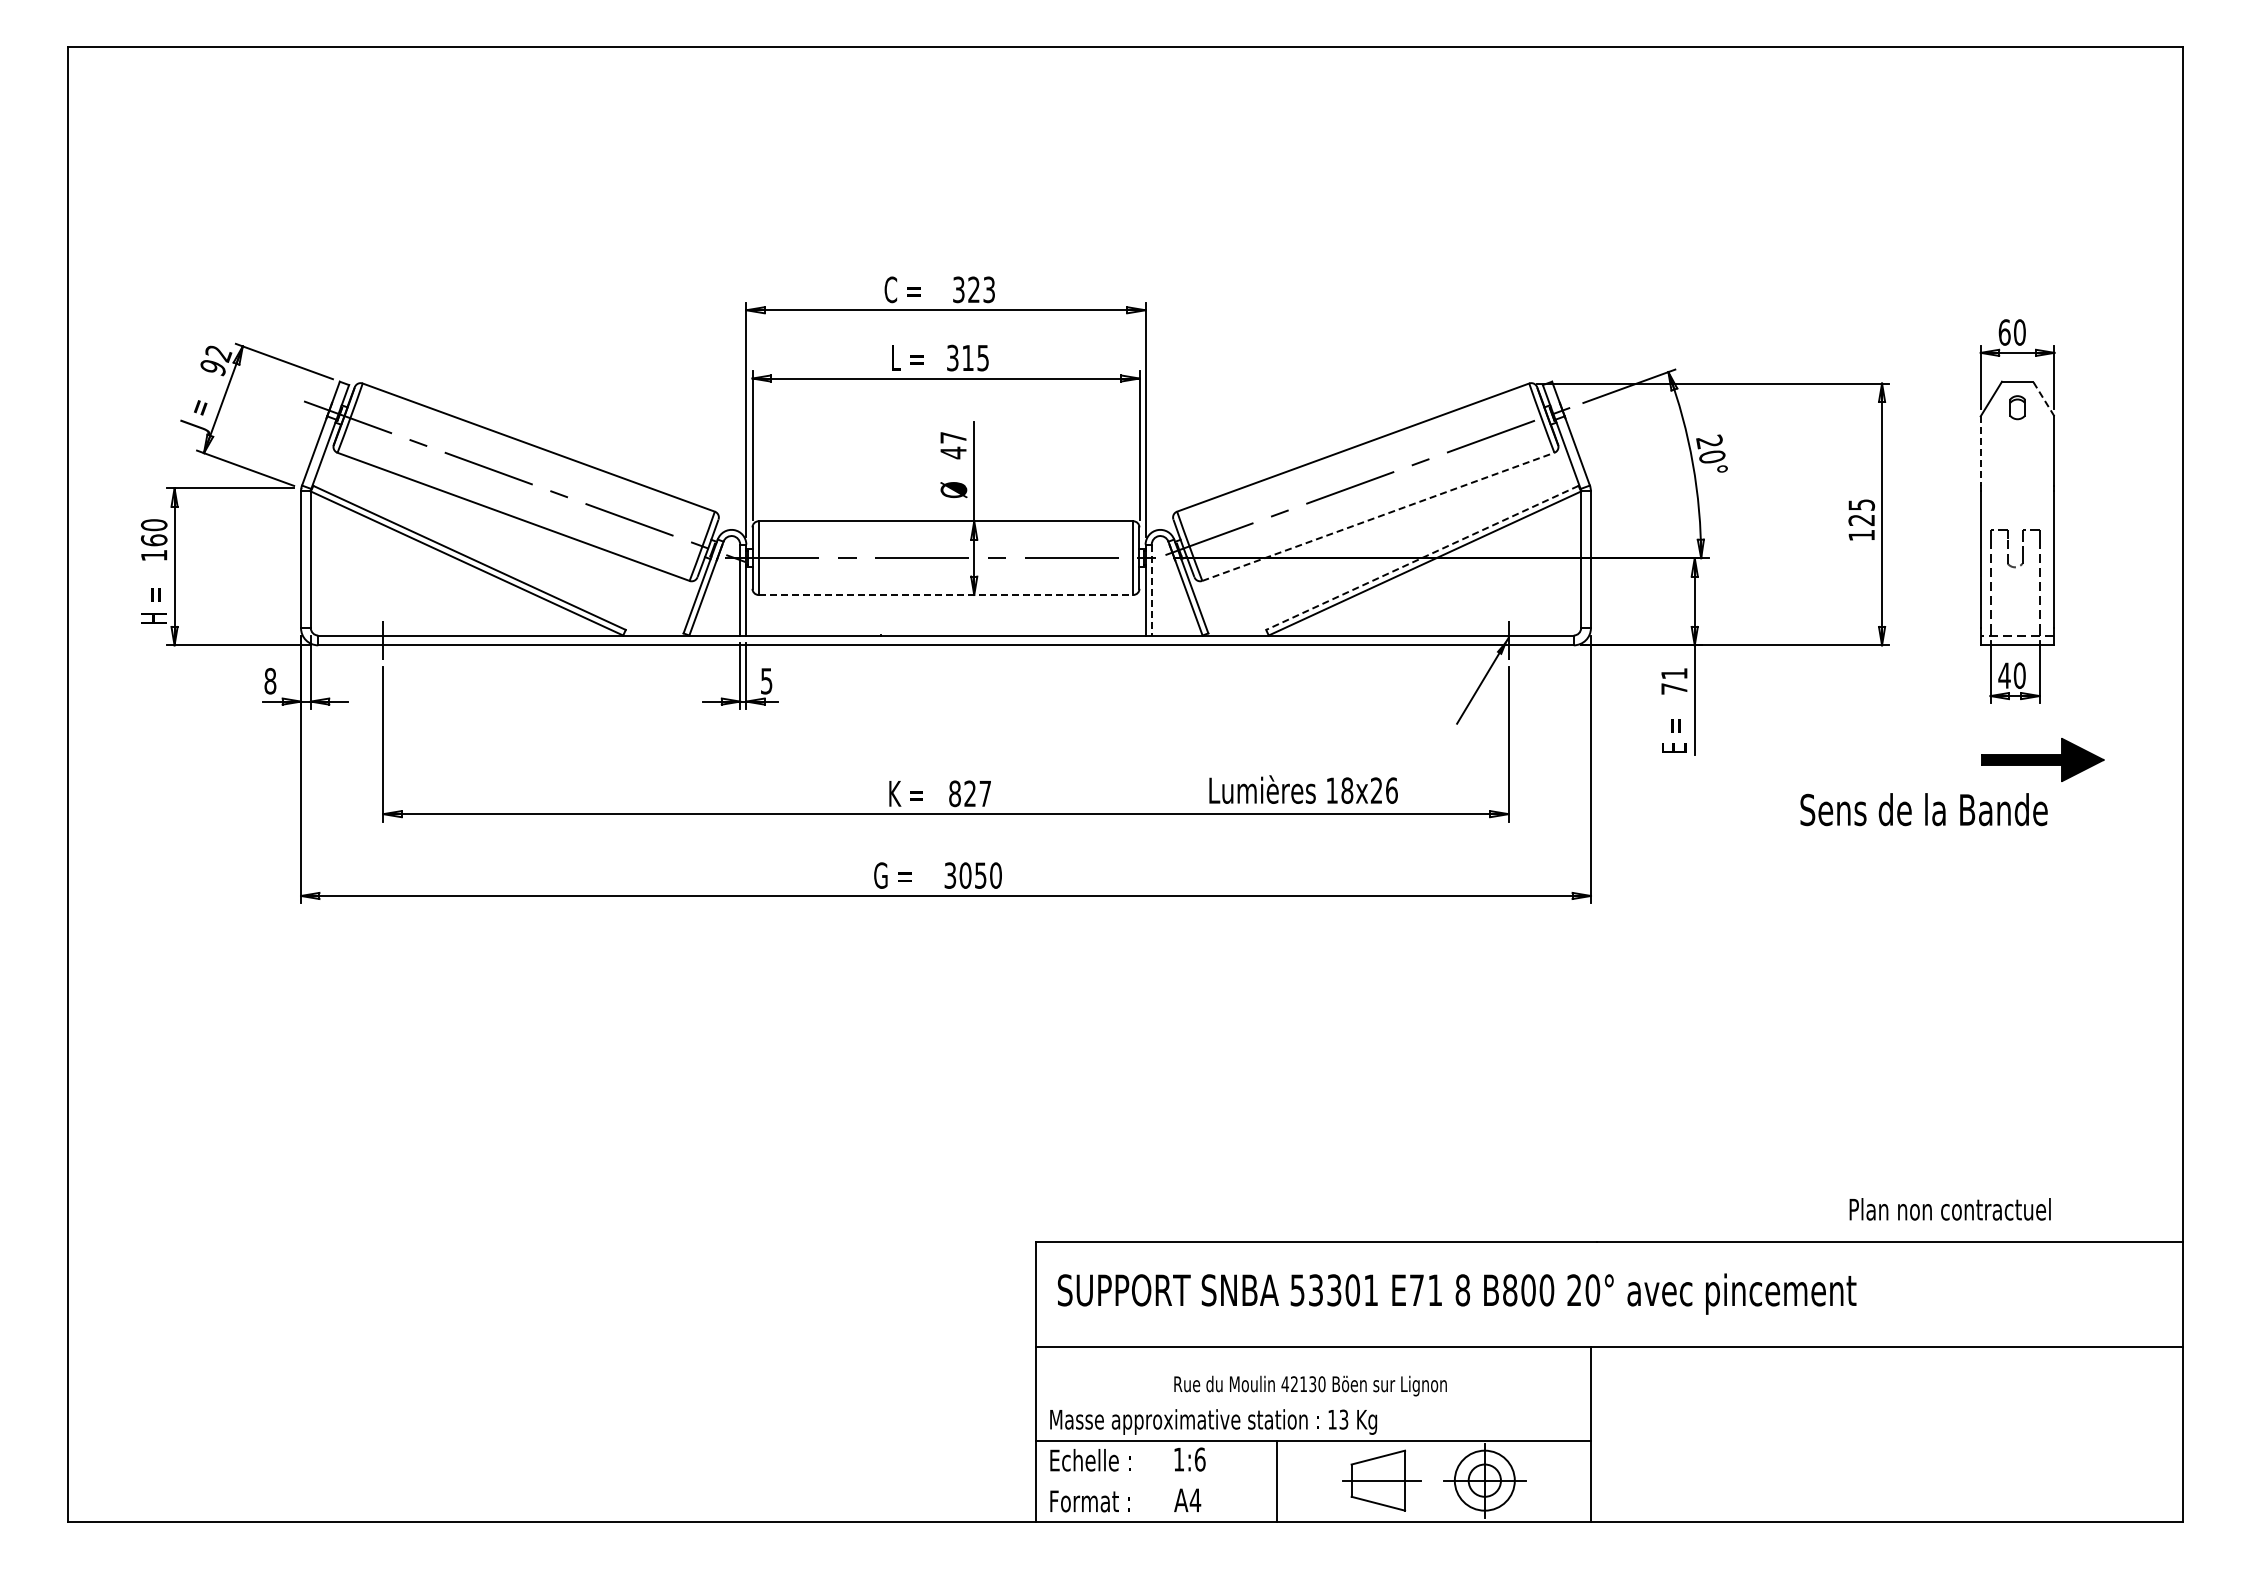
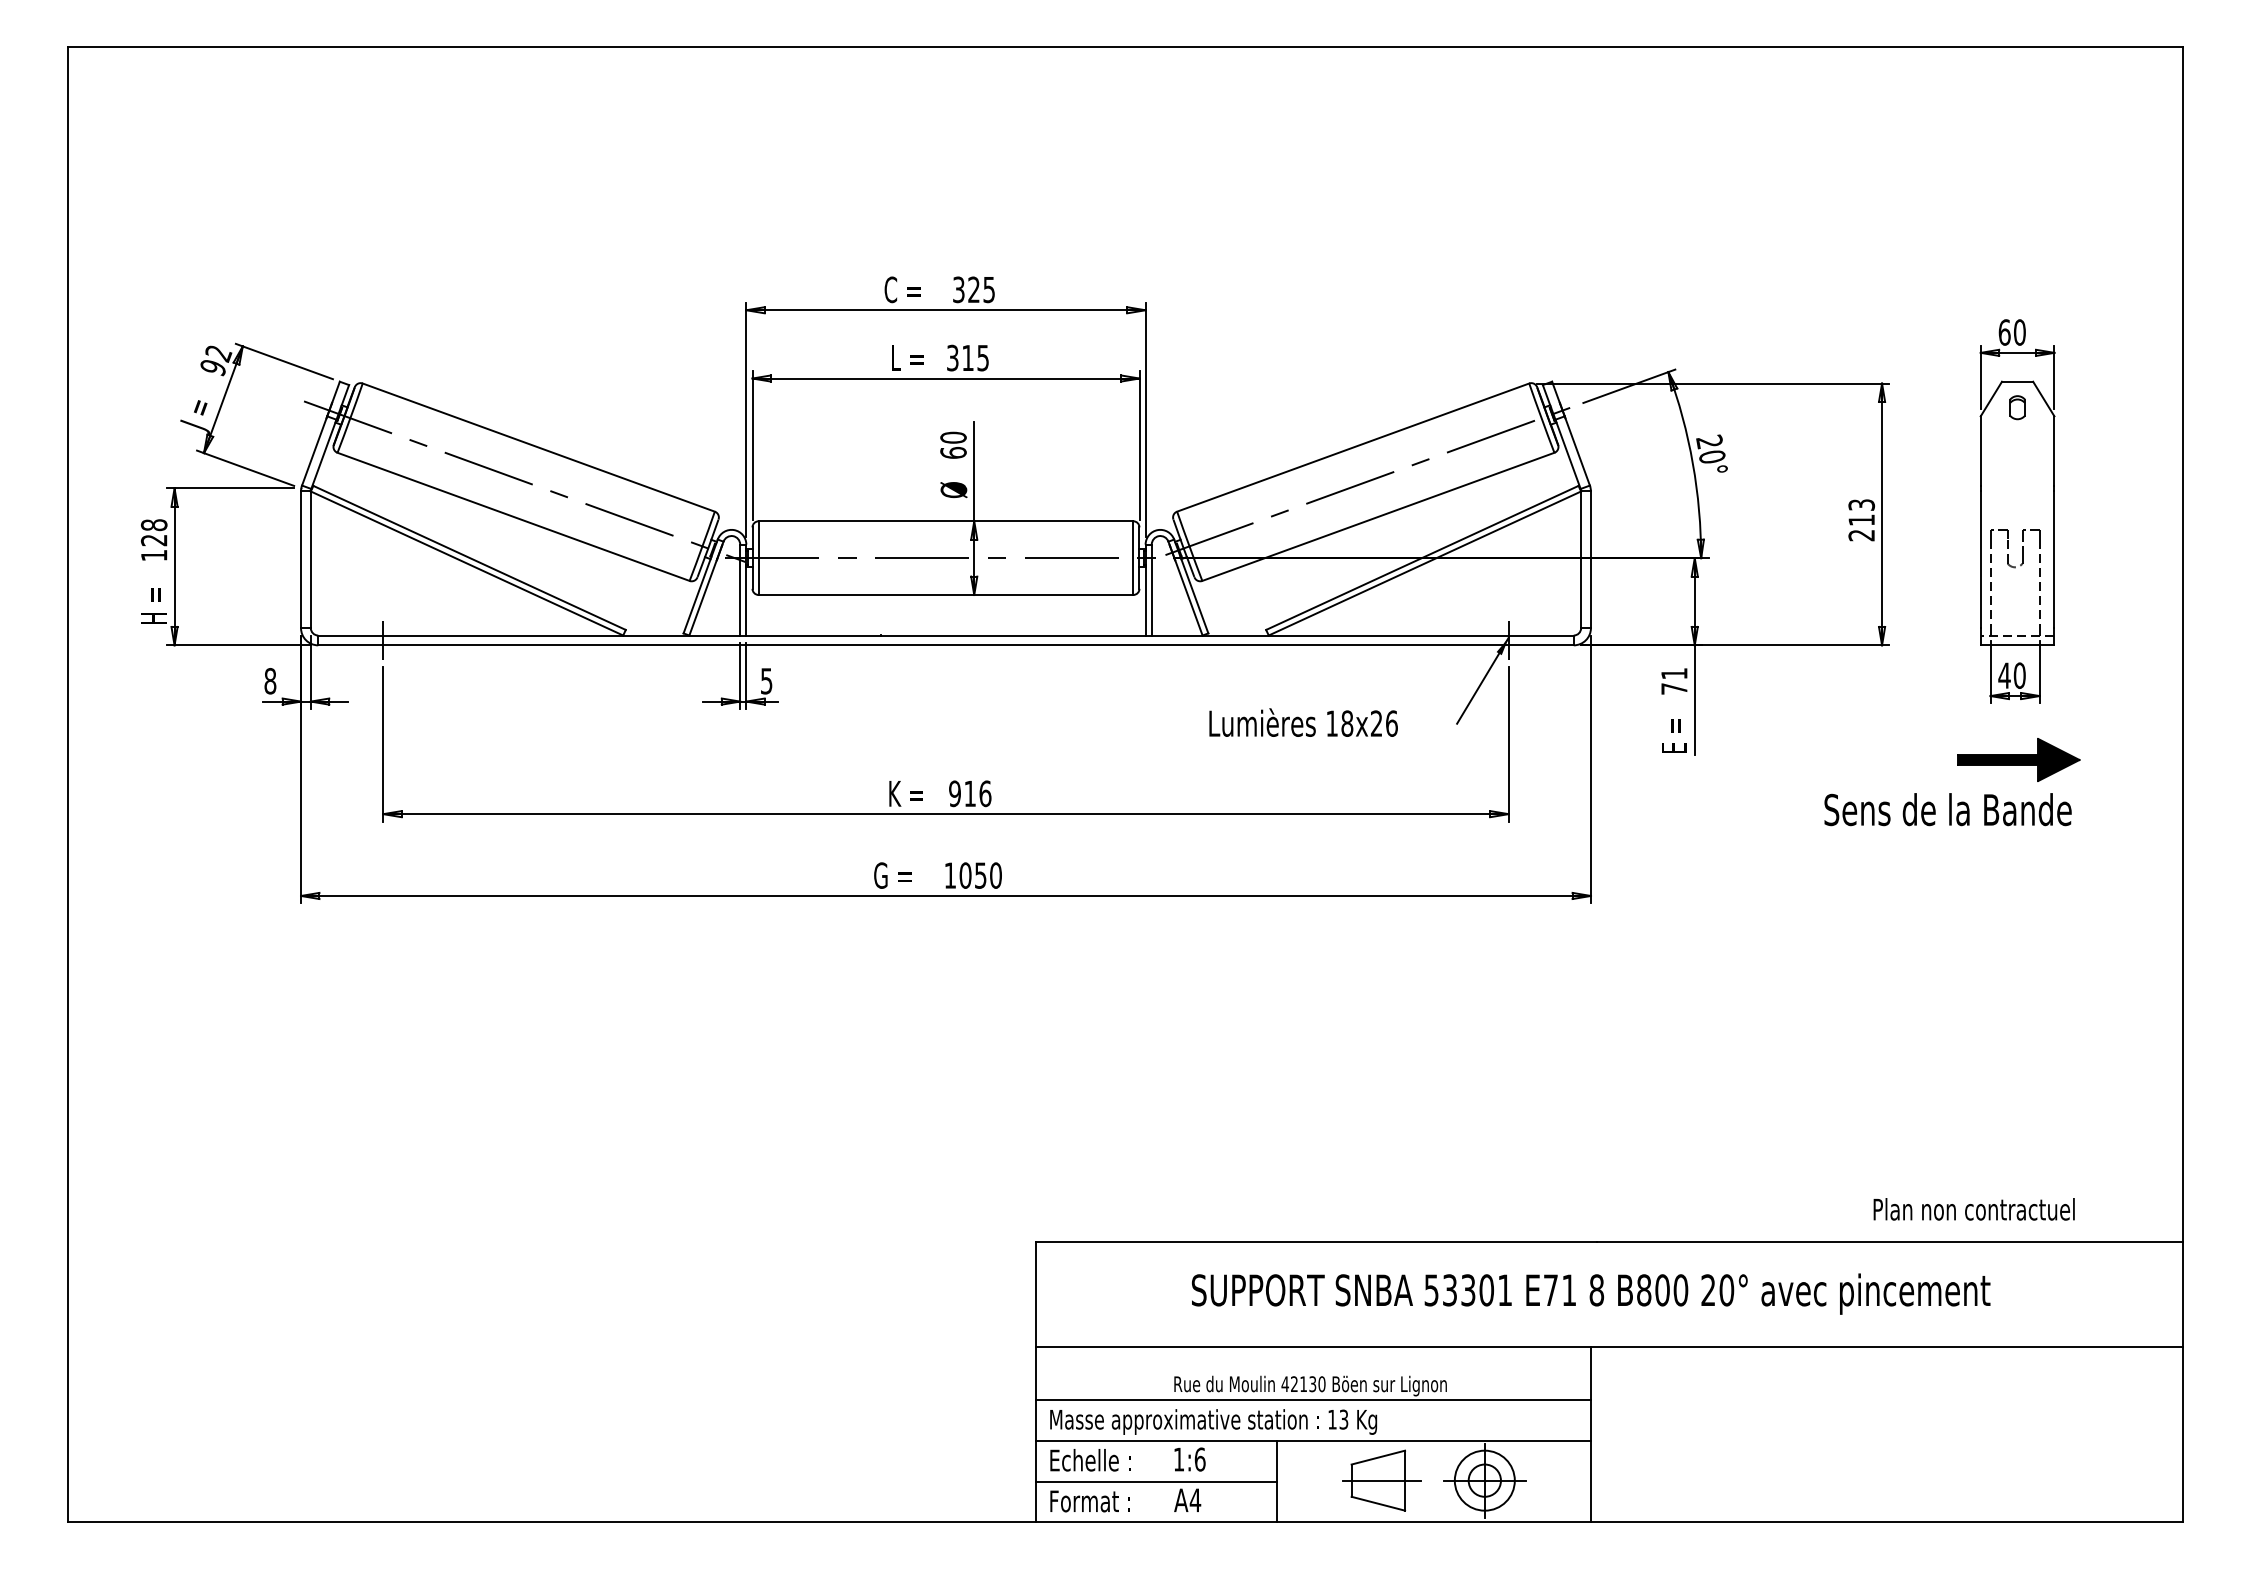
text at (989, 289): 323 -> 325
line at (2043, 398): dashed -> solid
text at (953, 445): 47 -> 60
line at (1980, 450): dashed -> solid
line at (1378, 516): dashed -> solid
text at (1861, 520): 125 -> 213
text at (153, 532): 160 -> 128
line at (1422, 557): dashed -> solid
line at (1151, 590): dashed -> solid
line at (946, 594): dashed -> solid
part at (2042, 759) position: (2042, 759) -> (2018, 759)
text at (1303, 789) position: (1303, 789) -> (1303, 722)
text at (970, 793): 827 -> 916
text at (1923, 809) position: (1923, 809) -> (1947, 809)
text at (950, 875): 3050 -> 1050
text at (1949, 1209) position: (1949, 1209) -> (1973, 1209)
text at (1457, 1293) position: (1457, 1293) -> (1591, 1293)
line at (1313, 1400): none -> present
line at (1156, 1481): none -> present
